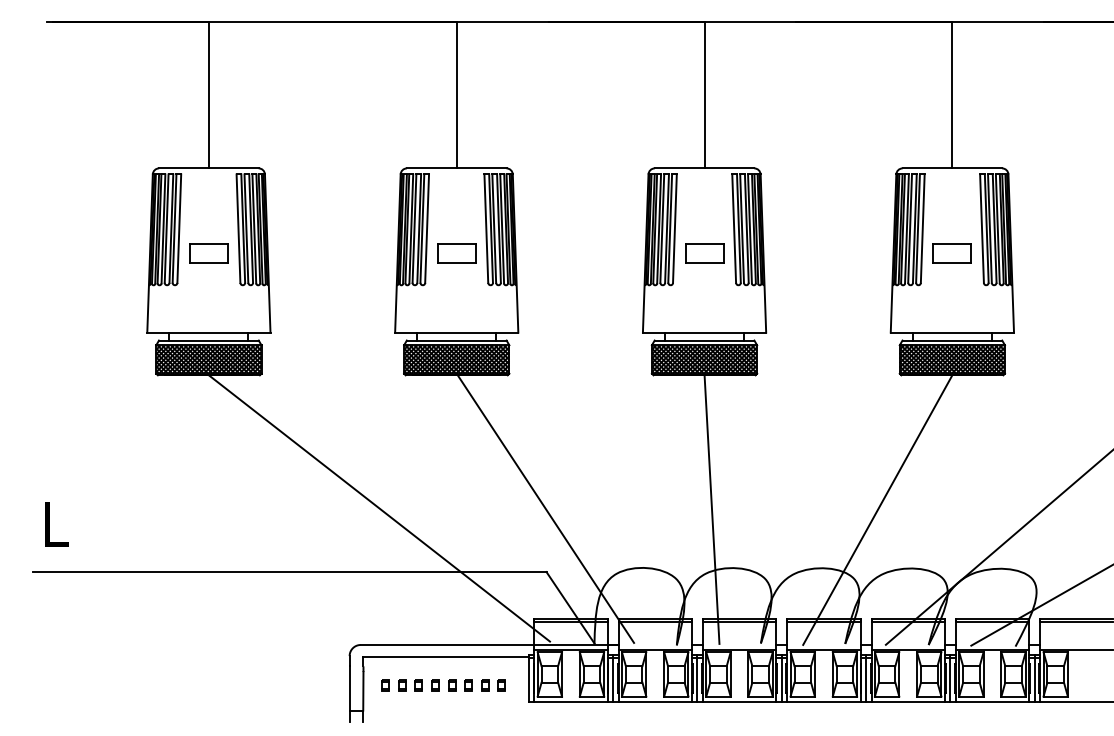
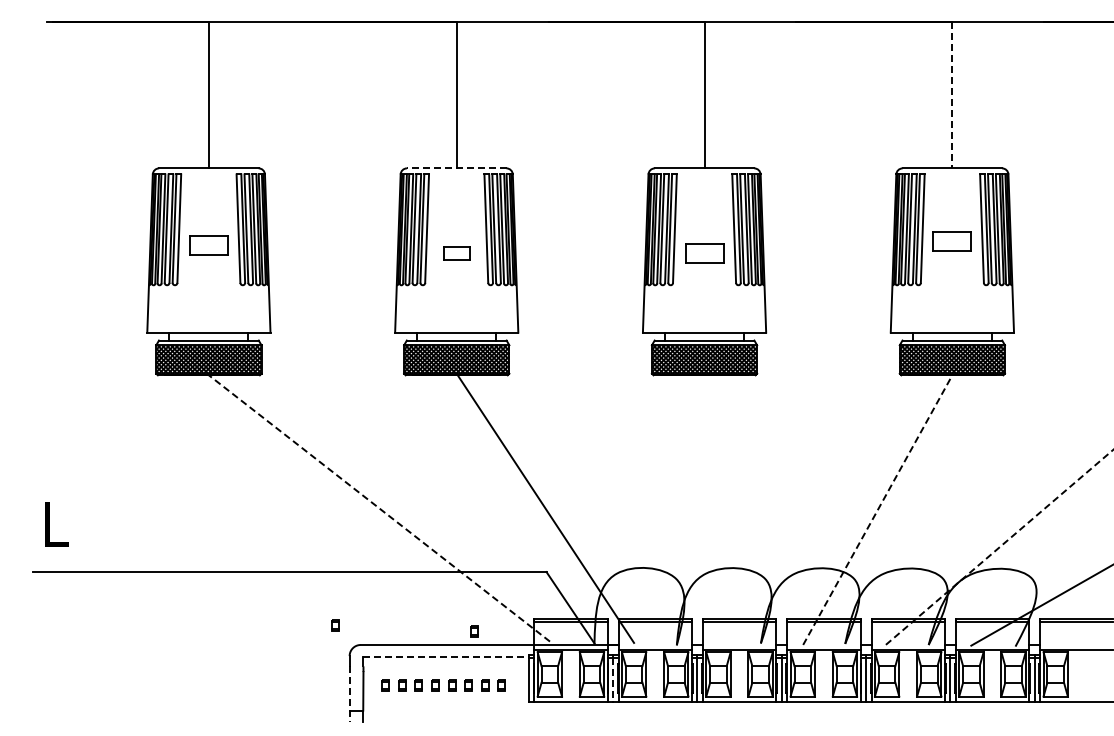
line at (952, 95): solid -> dashed
line at (456, 168): solid -> dashed
part at (208, 253) position: (208, 253) -> (208, 245)
part at (456, 253) size: 40x21 px -> 28x15 px
part at (951, 253) position: (951, 253) -> (951, 241)
line at (379, 508): solid -> dashed
line at (711, 509): present -> none
line at (878, 509): solid -> dashed
line at (1000, 546): solid -> dashed
part at (335, 625): none -> present
part at (474, 631): none -> present
line at (446, 657): solid -> dashed
line at (613, 679): solid -> dashed
line at (349, 693): solid -> dashed
